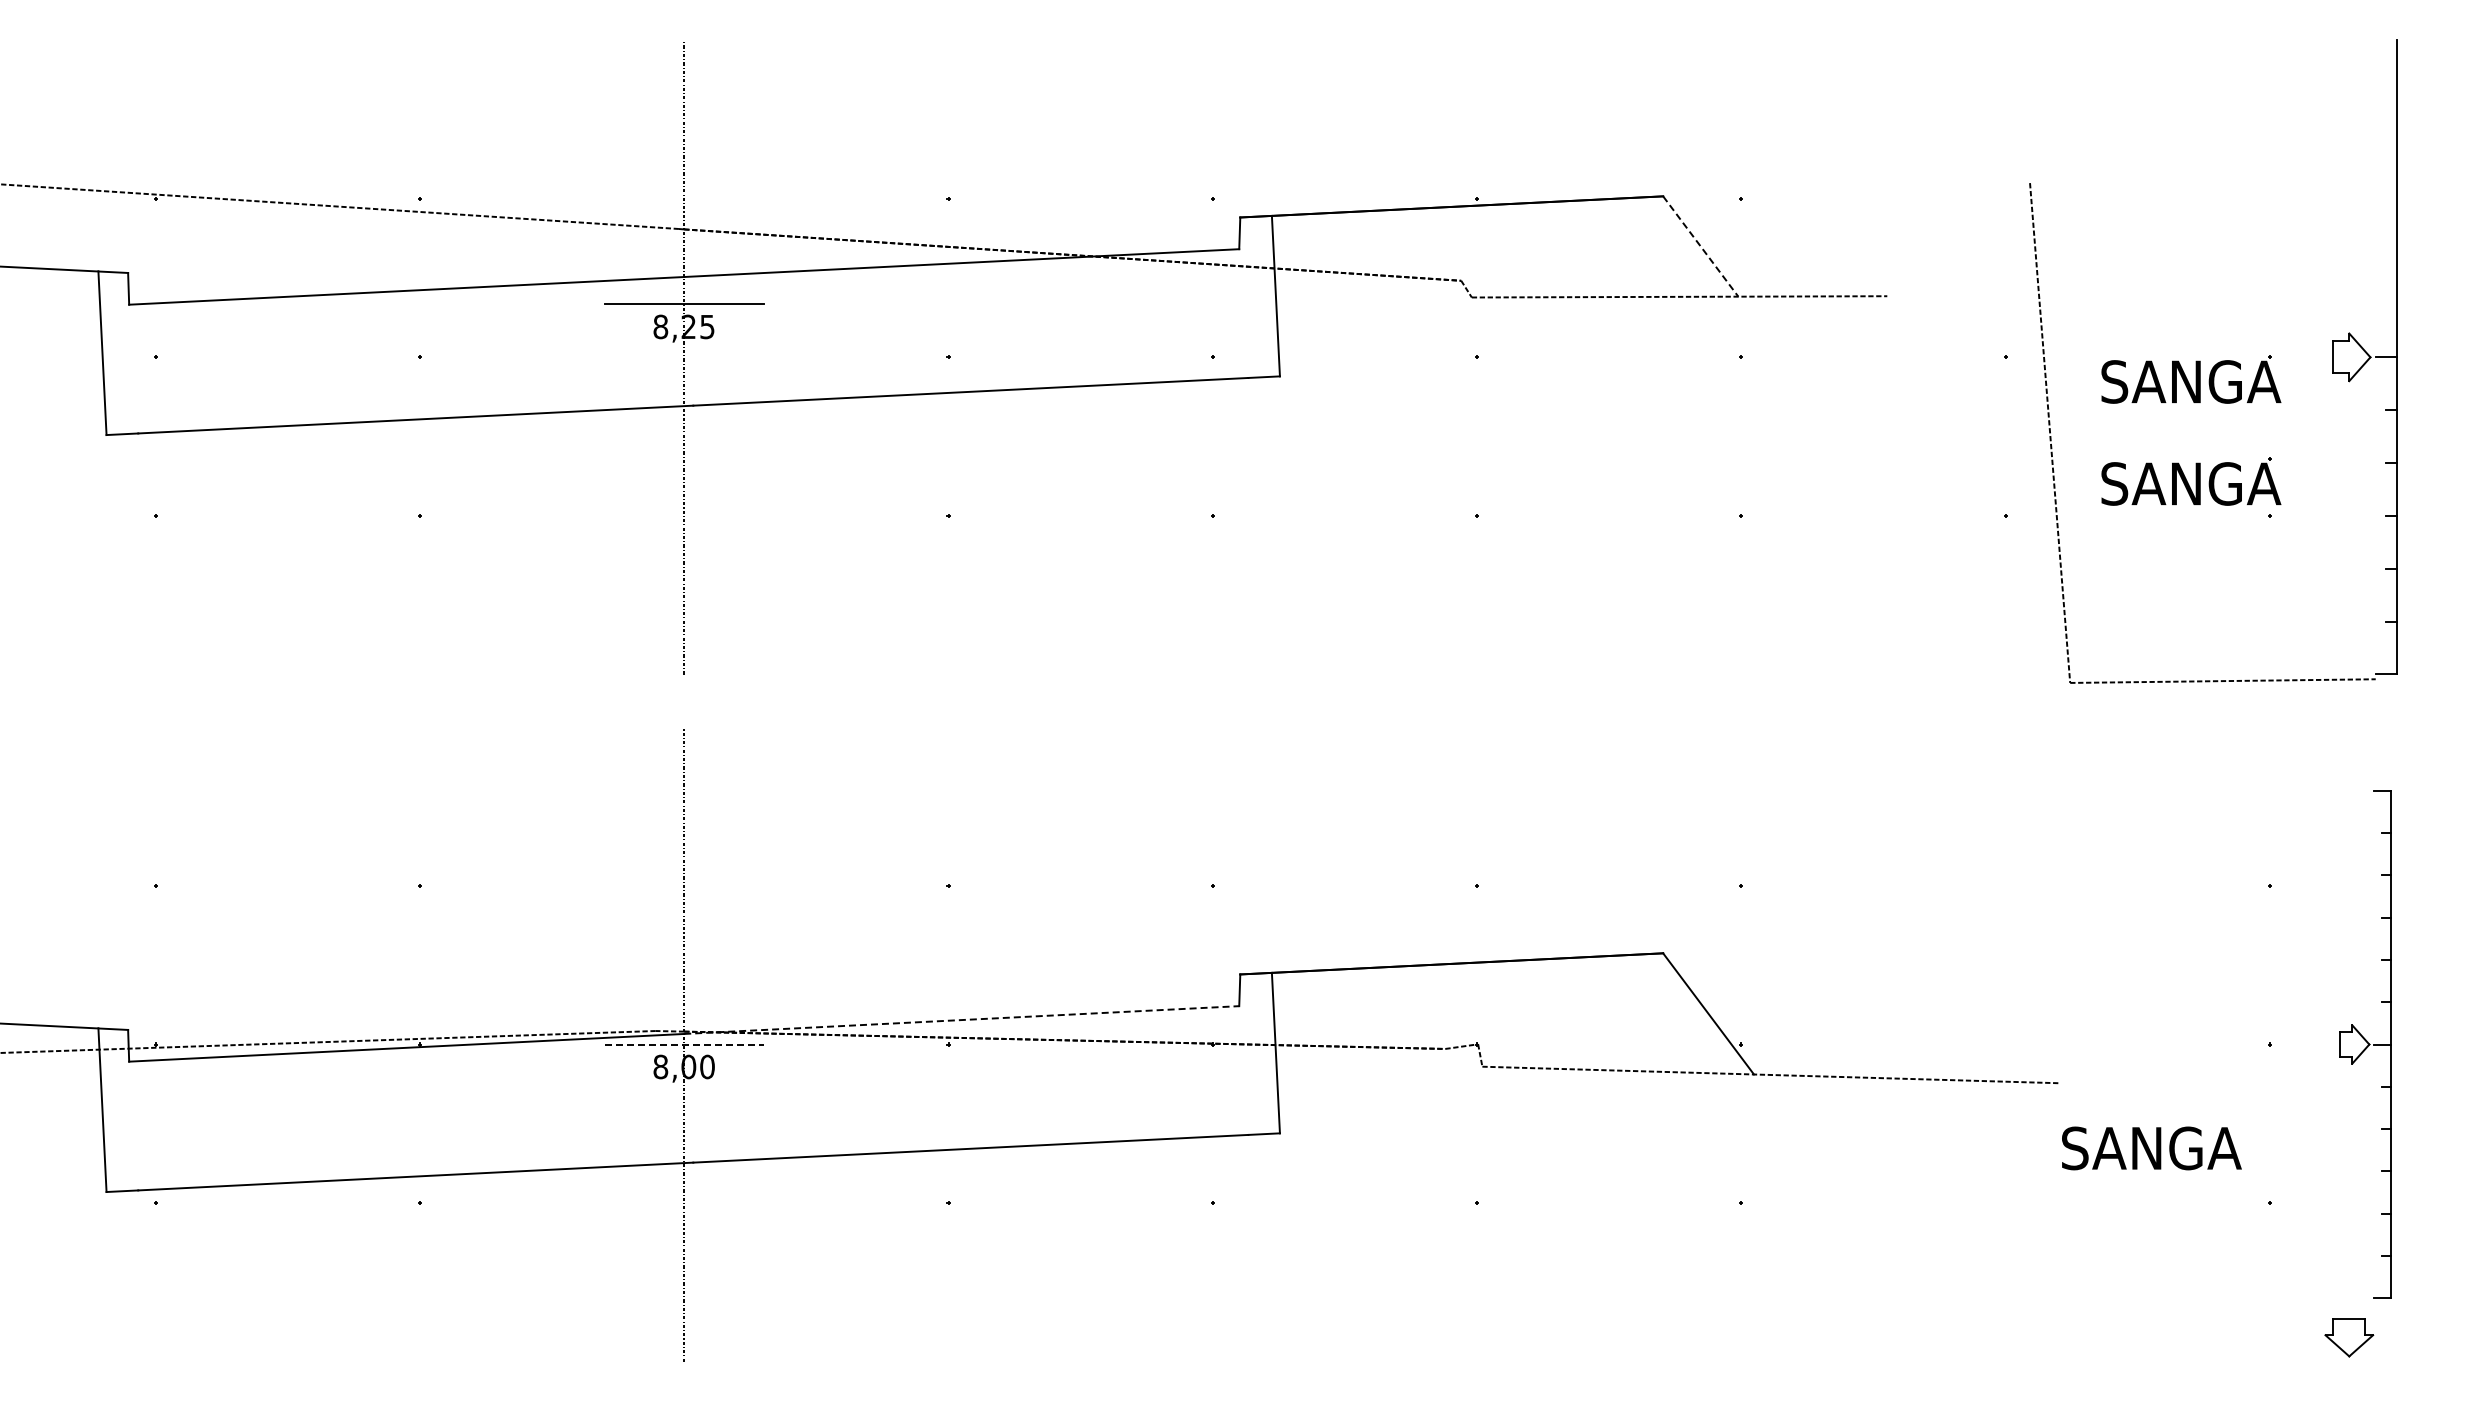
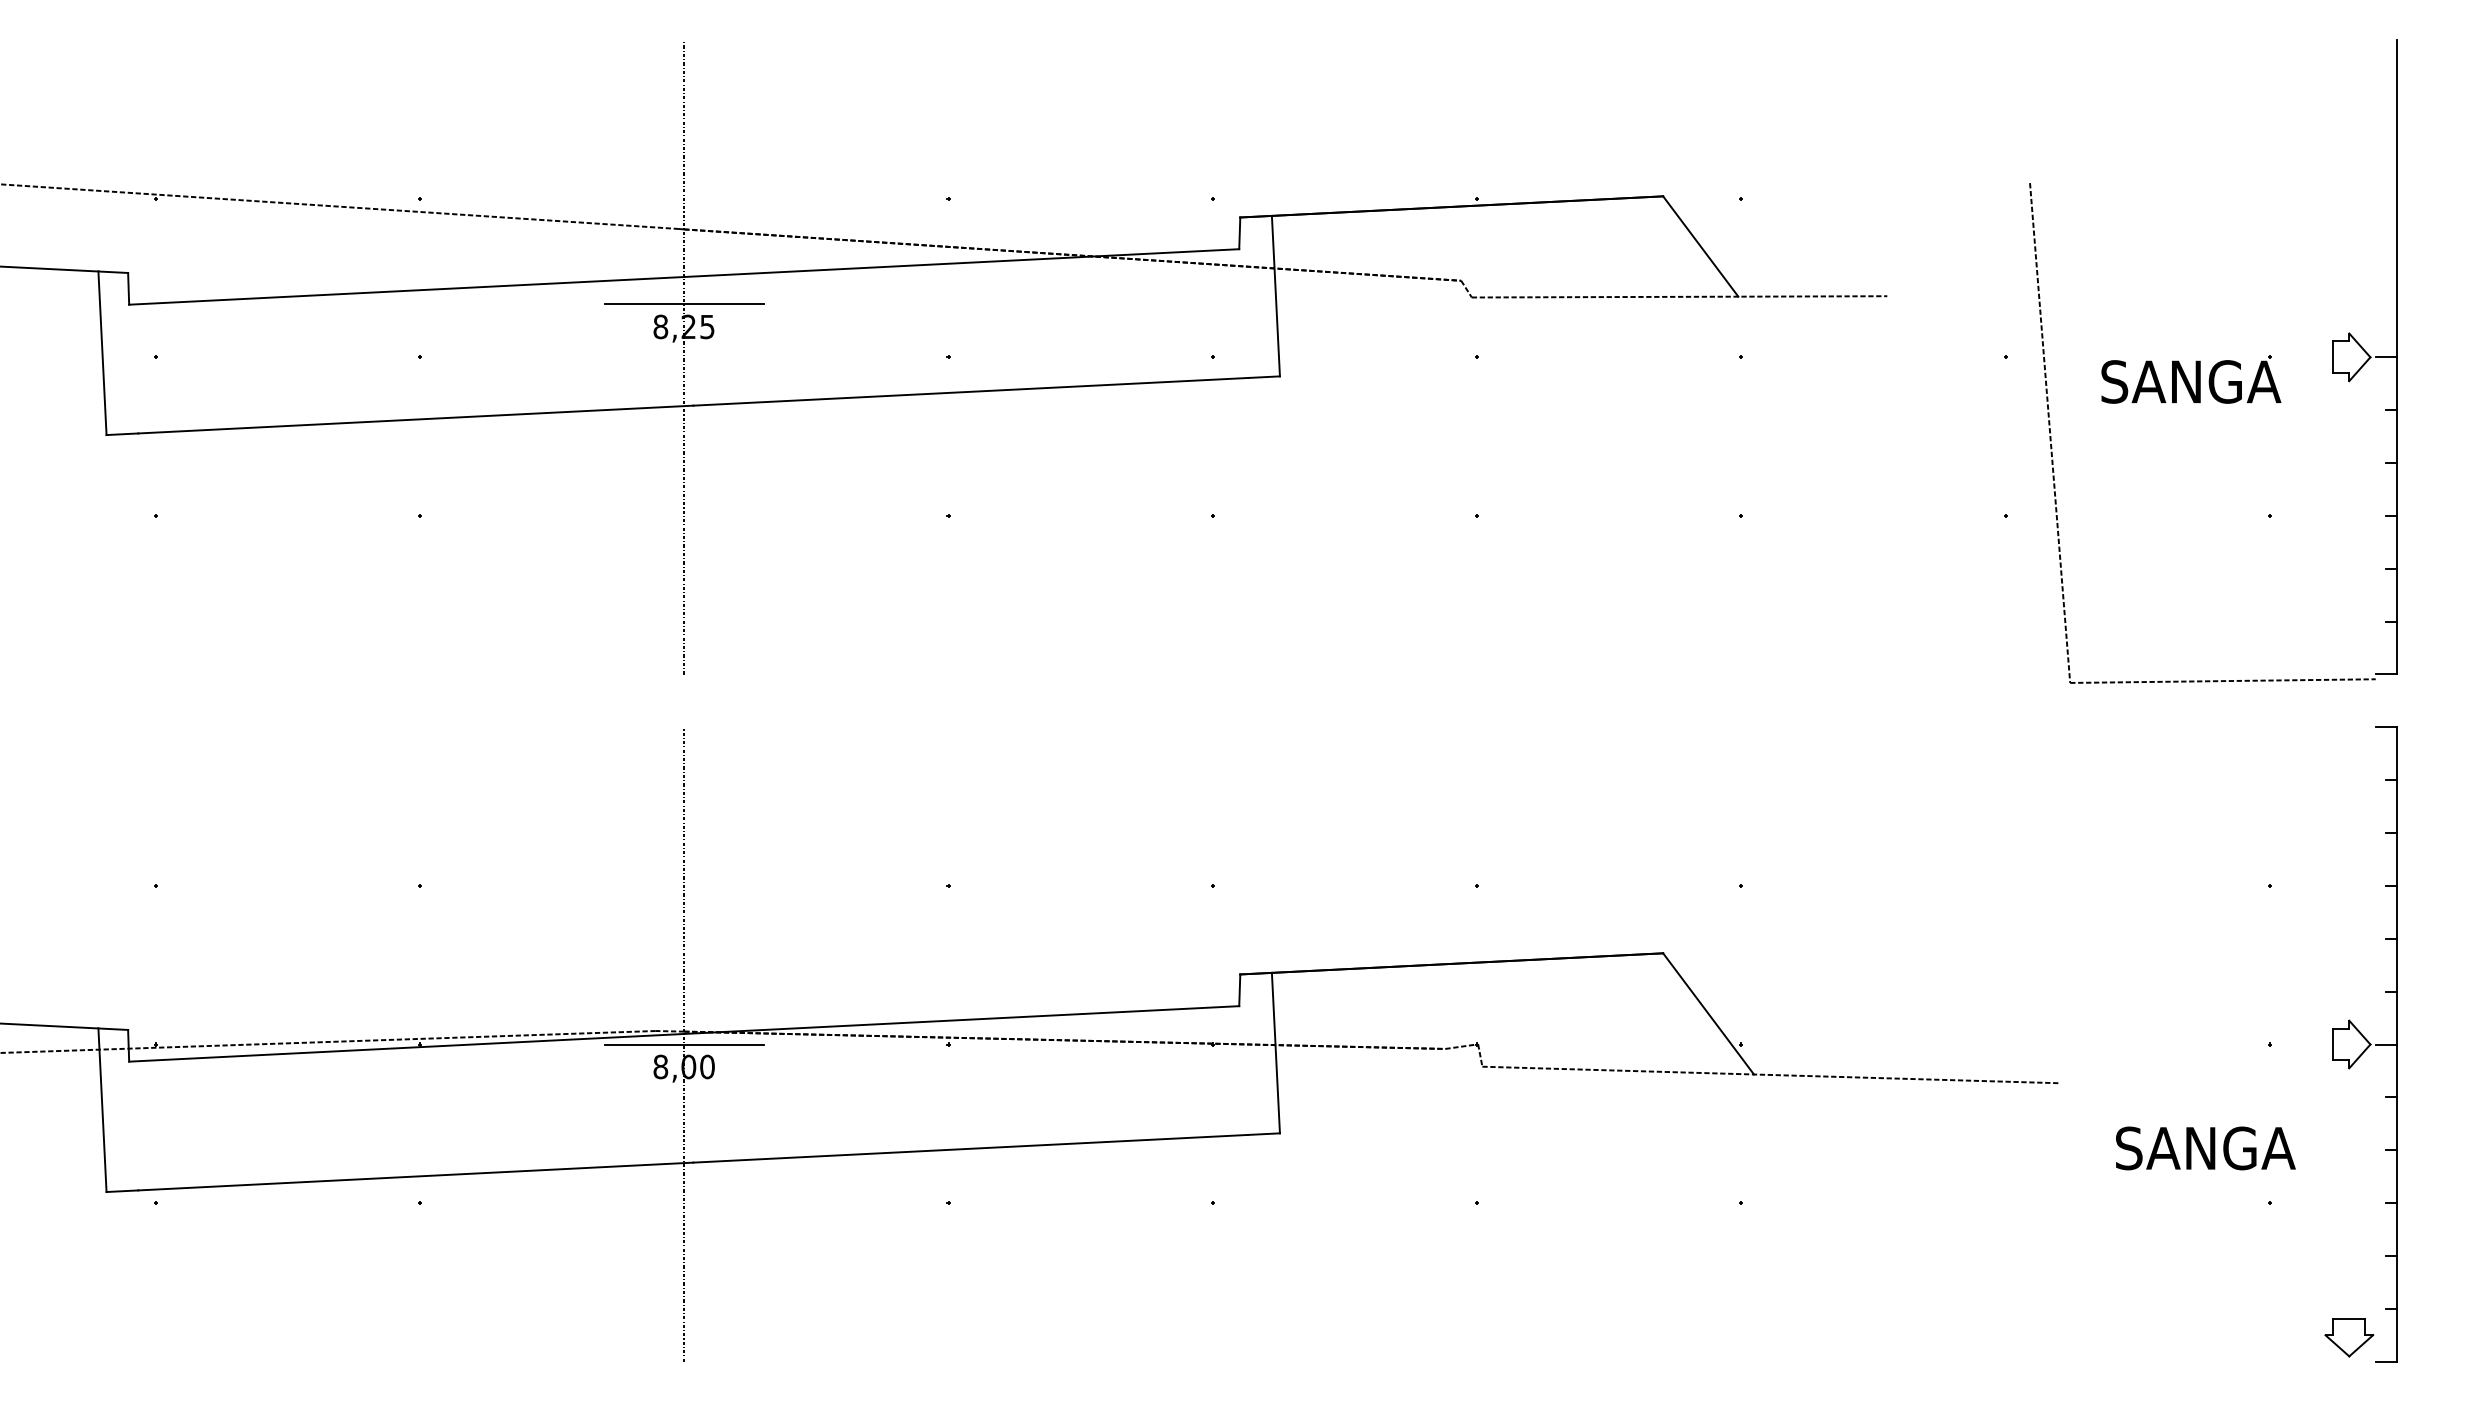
line at (1700, 246): dashed -> solid
part at (2191, 481): present -> none
line at (961, 1020): dashed -> solid
line at (684, 1044): dashed -> solid
part at (2365, 1044) size: 53x509 px -> 66x637 px
text at (2151, 1148) position: (2151, 1148) -> (2205, 1148)
